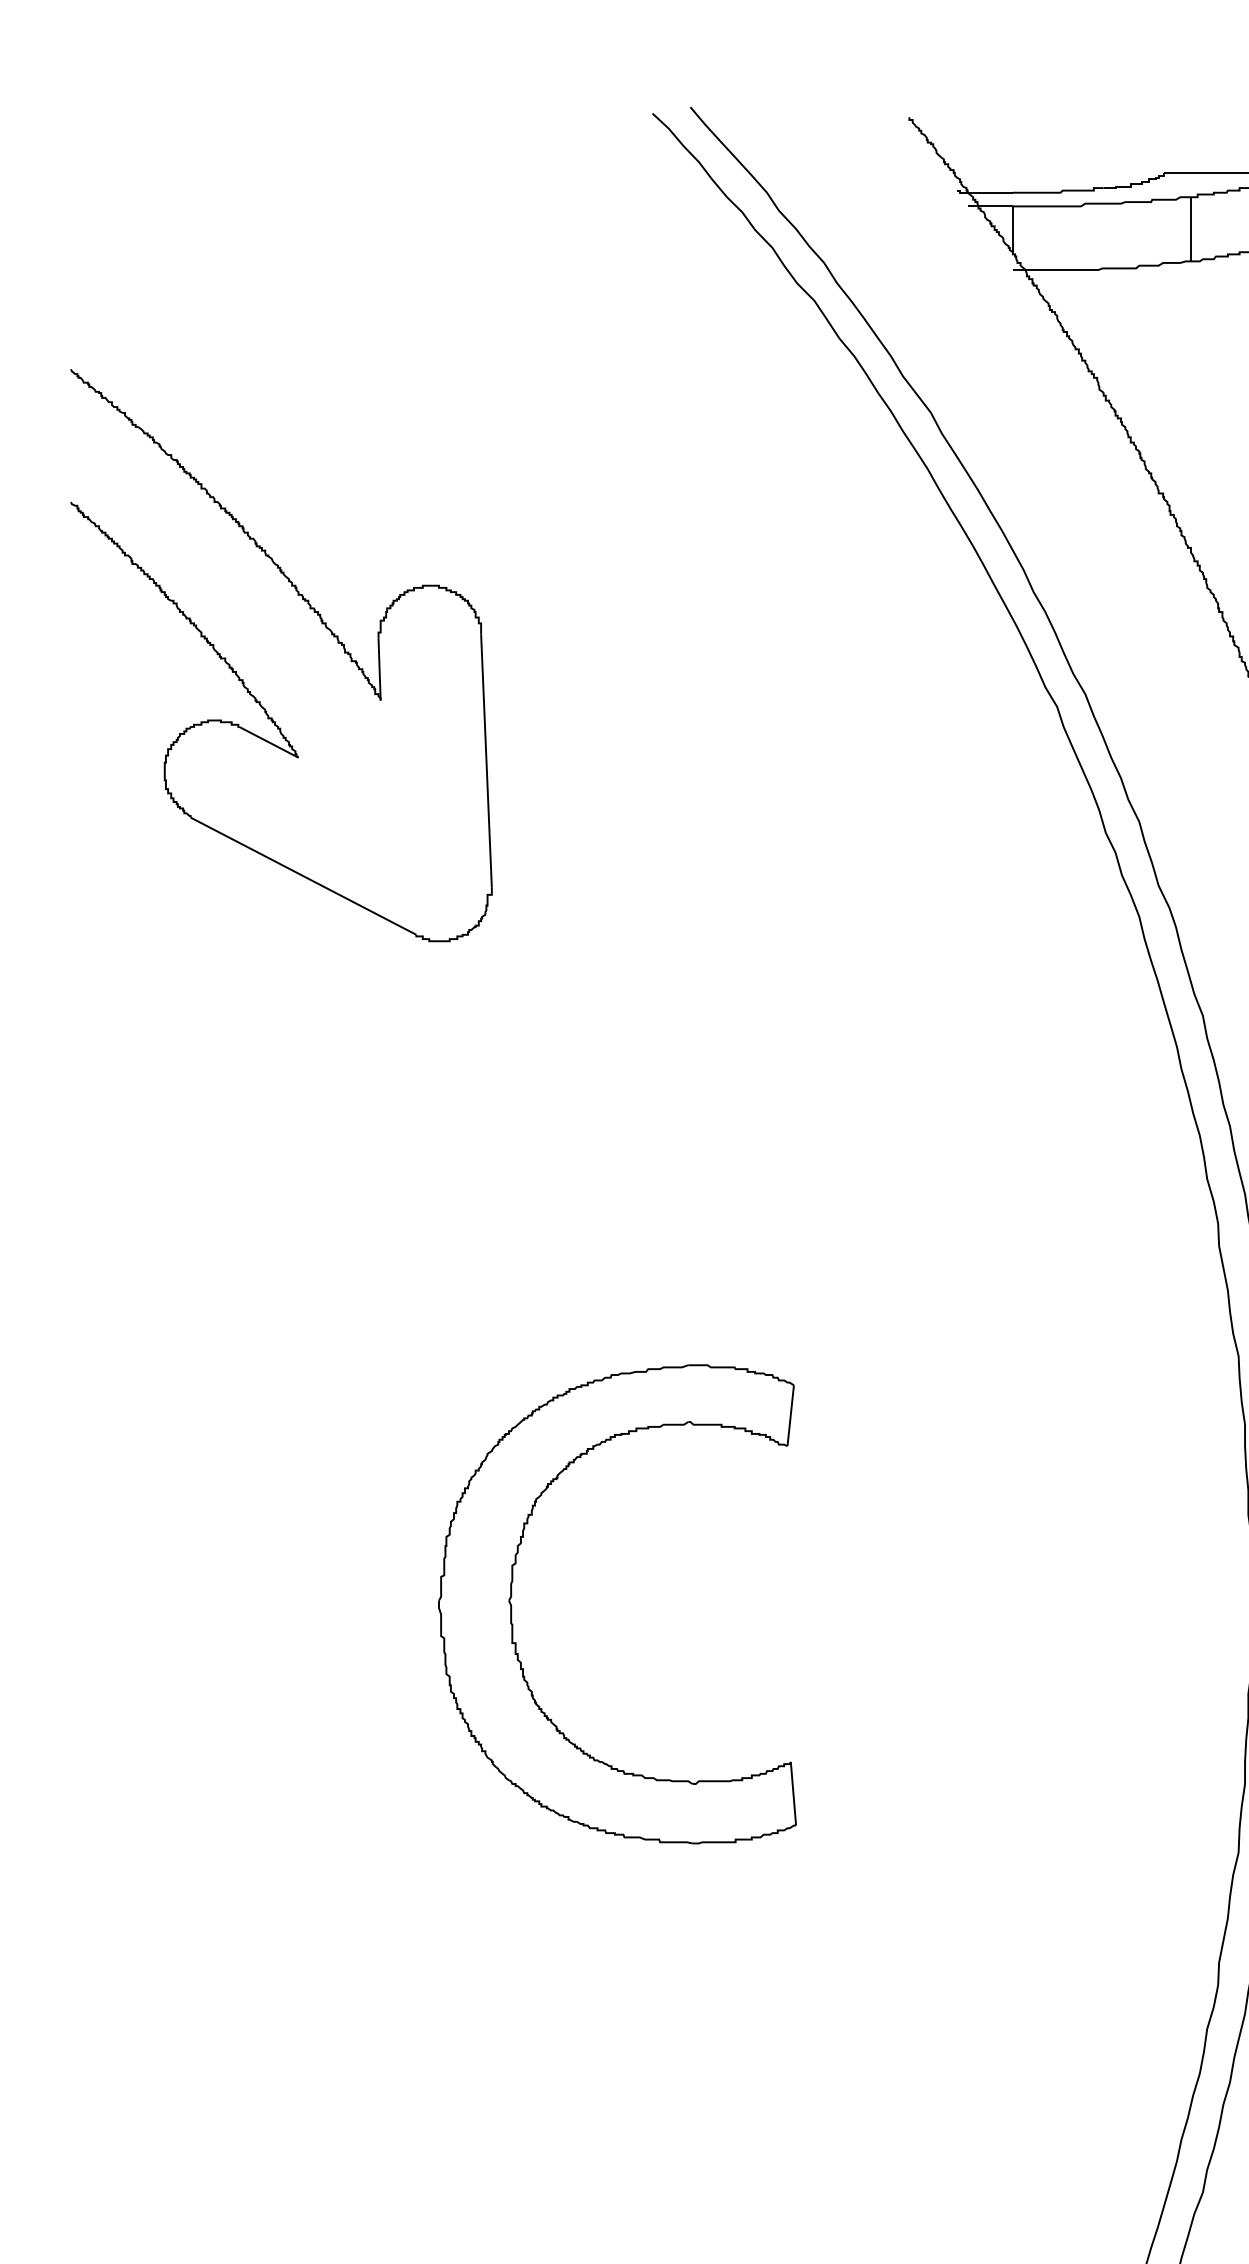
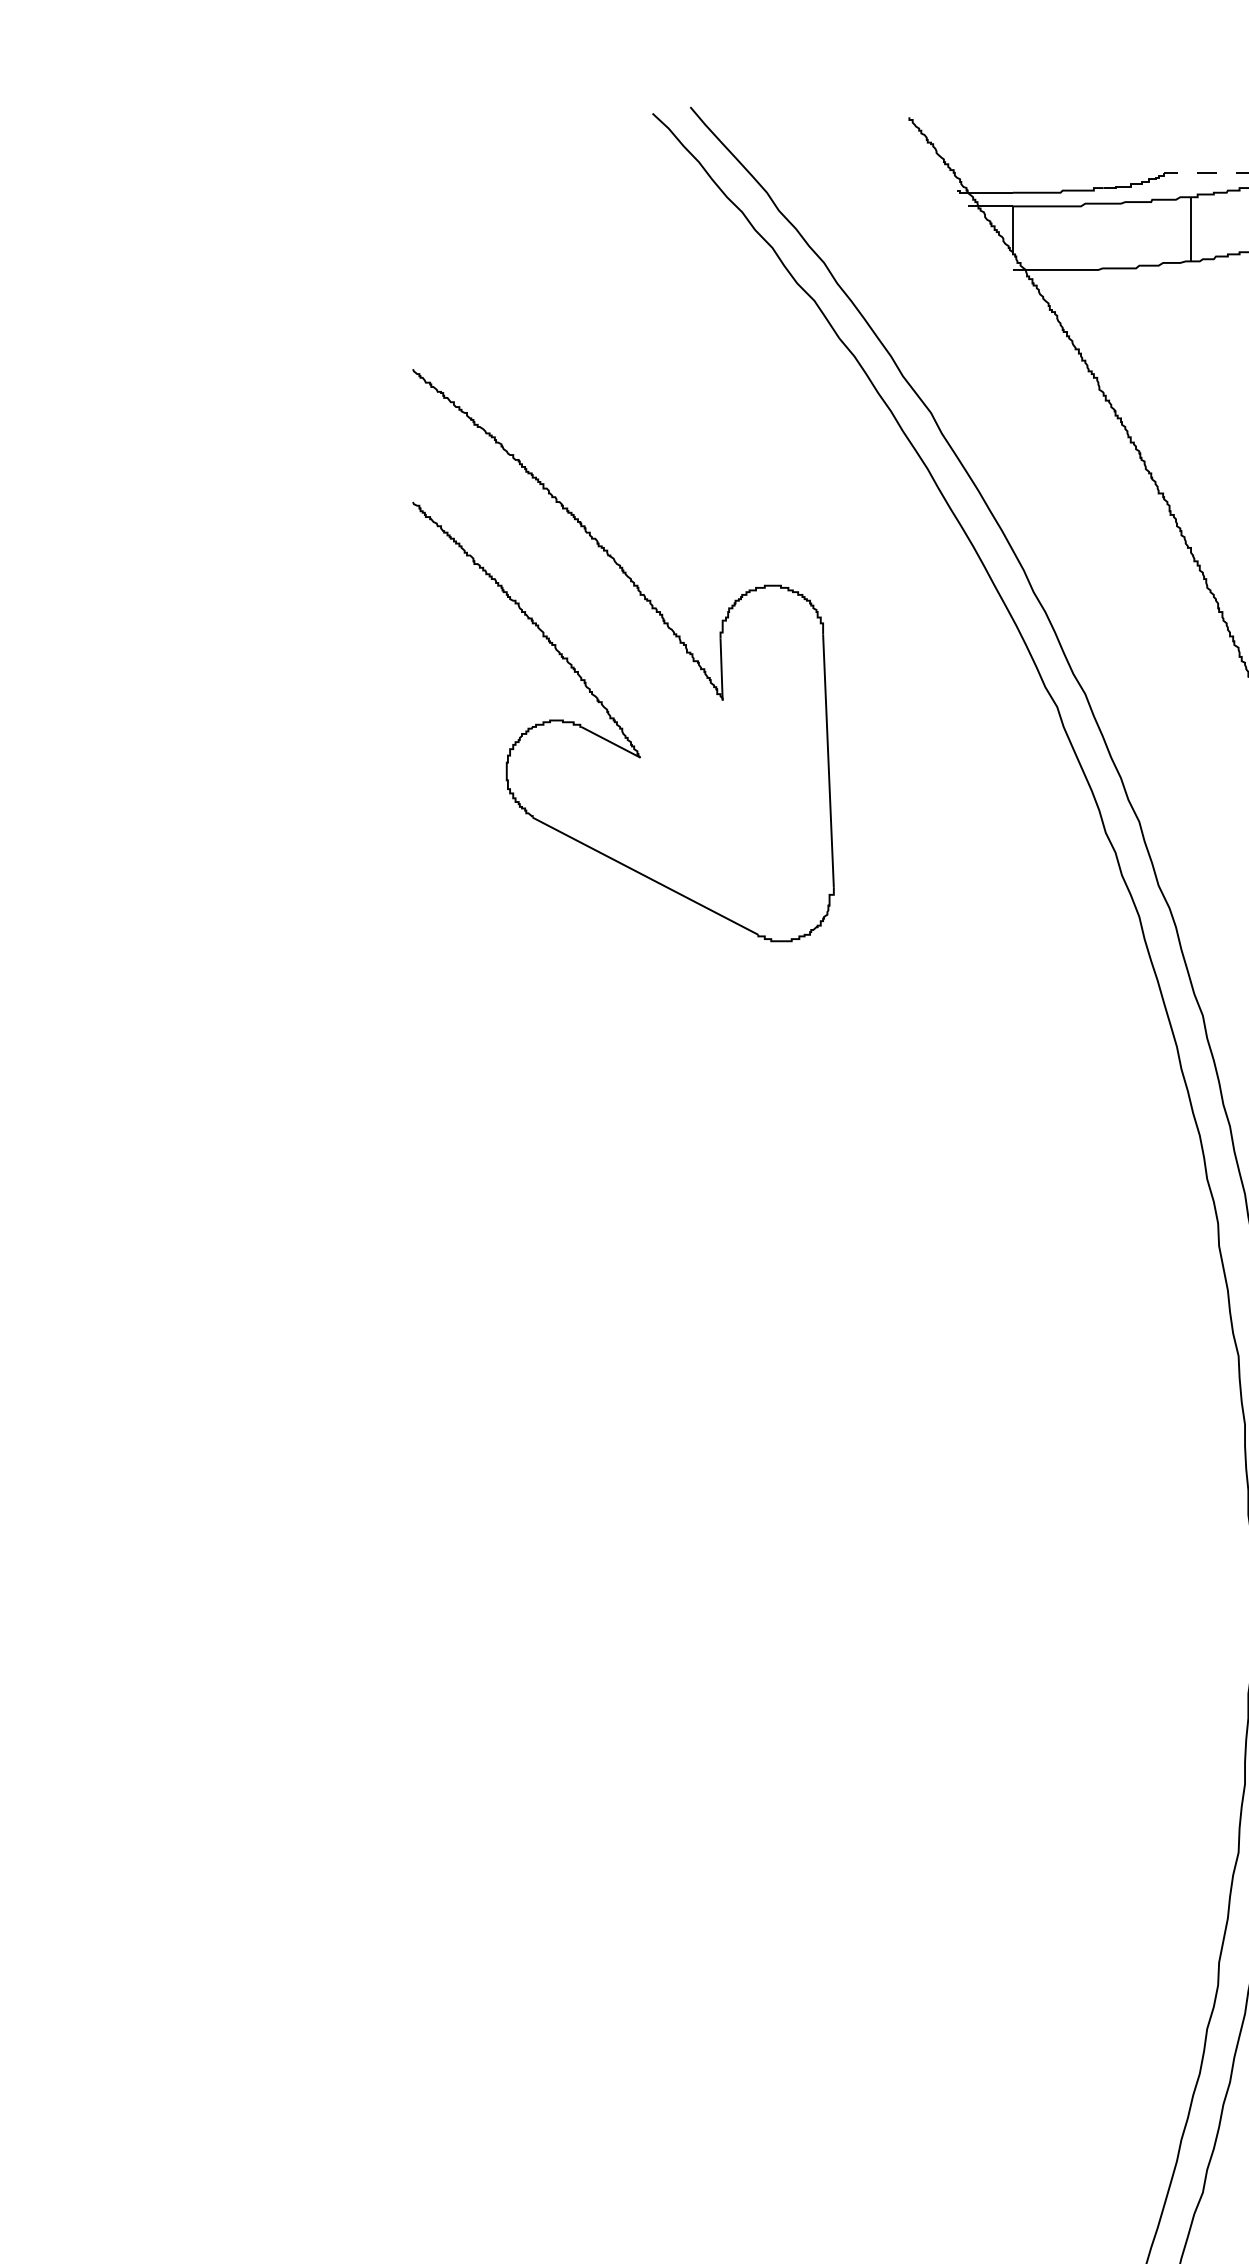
line at (1206, 172): solid -> dashed
part at (243, 679) position: (243, 679) -> (585, 679)
part at (512, 1606): present -> none
